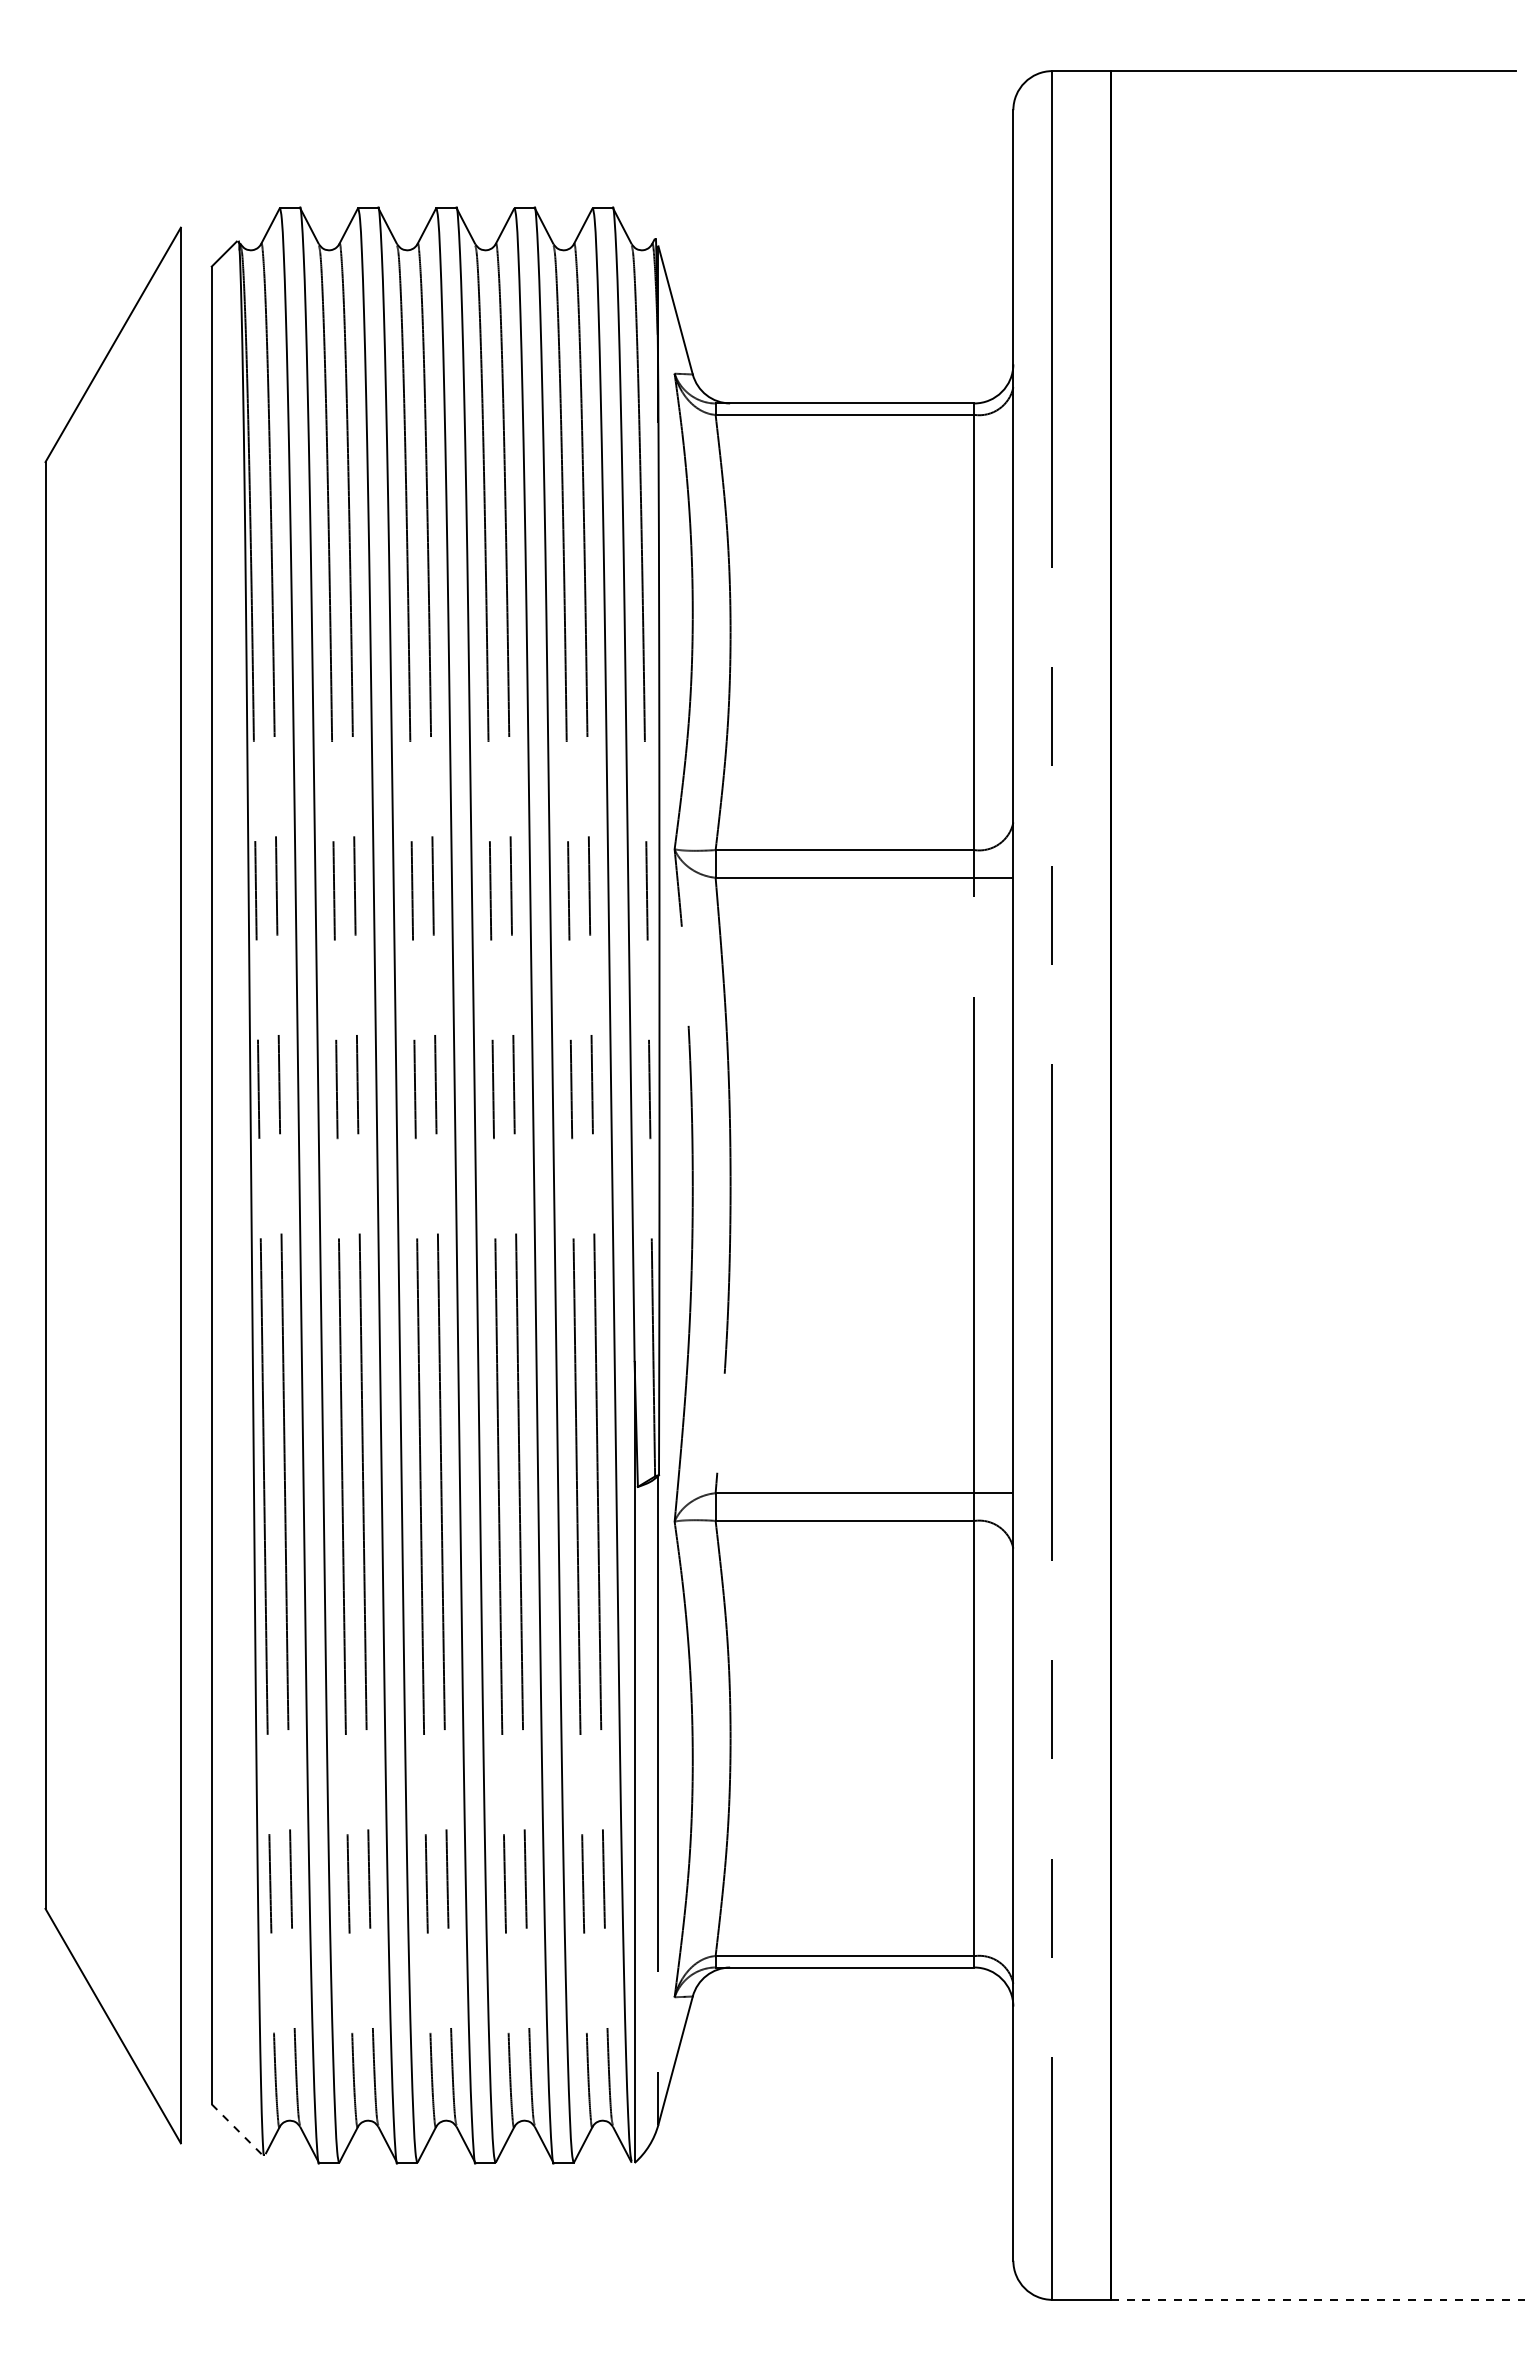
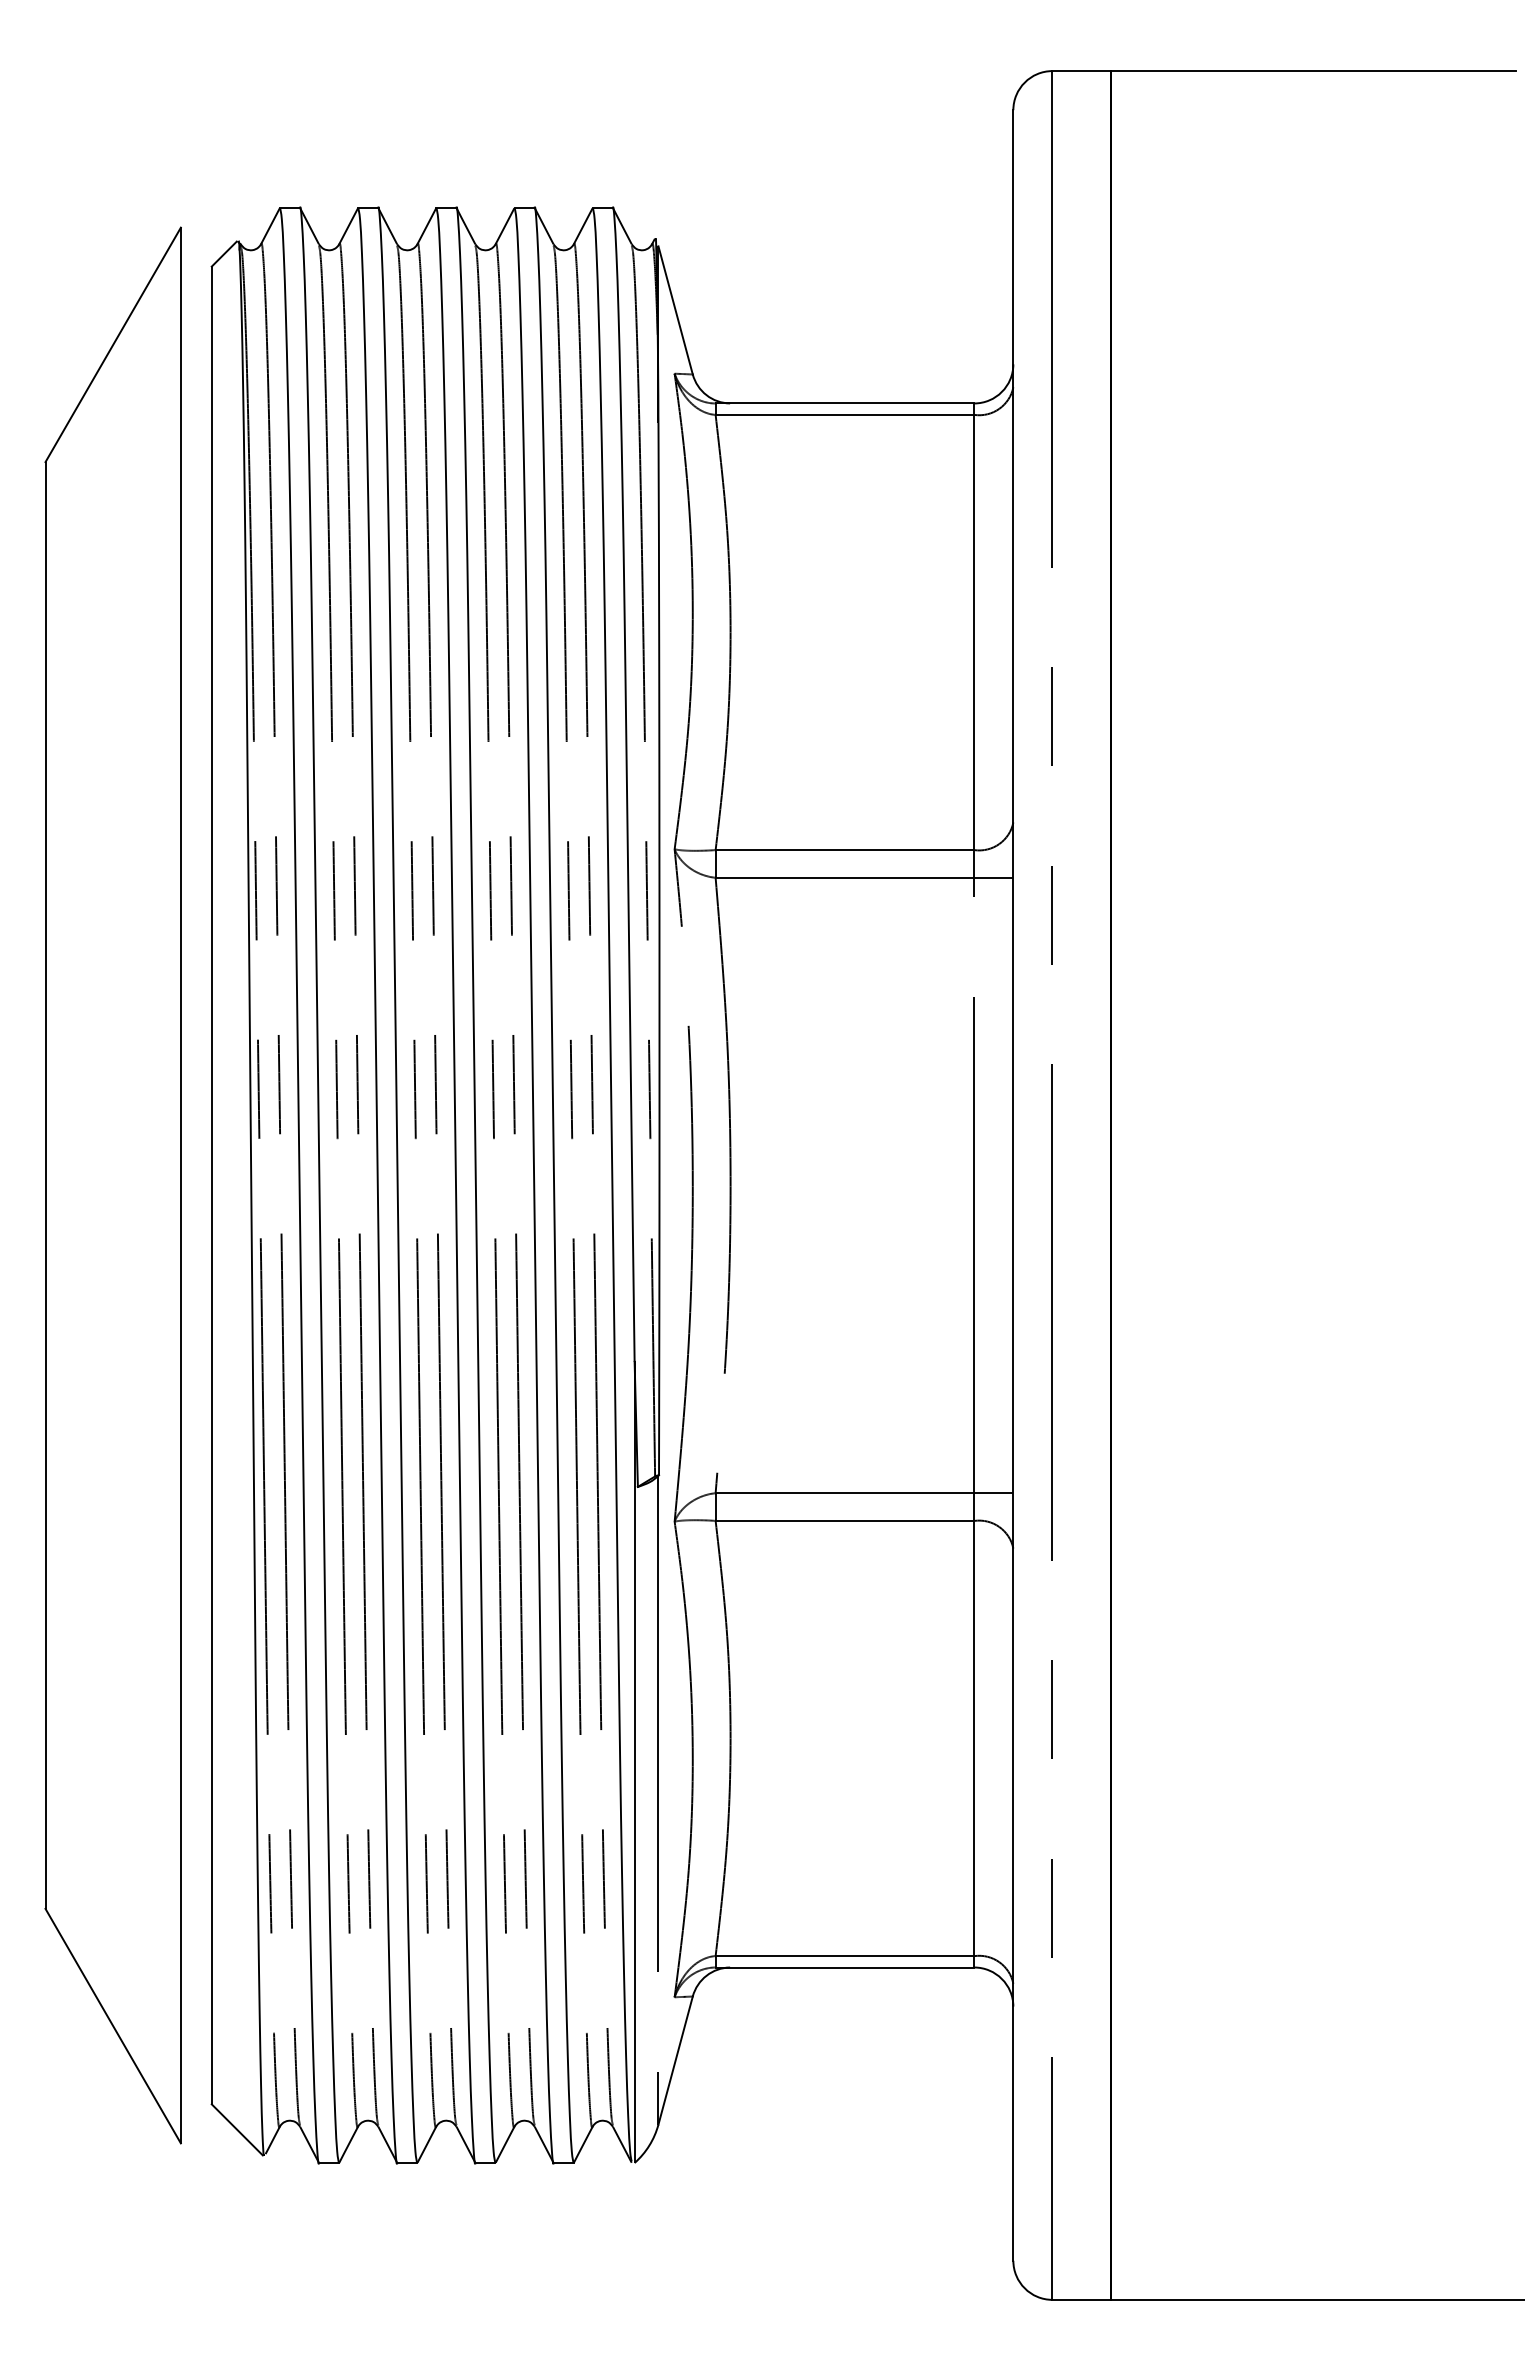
line at (237, 2130): dashed -> solid
line at (1318, 2299): dashed -> solid
